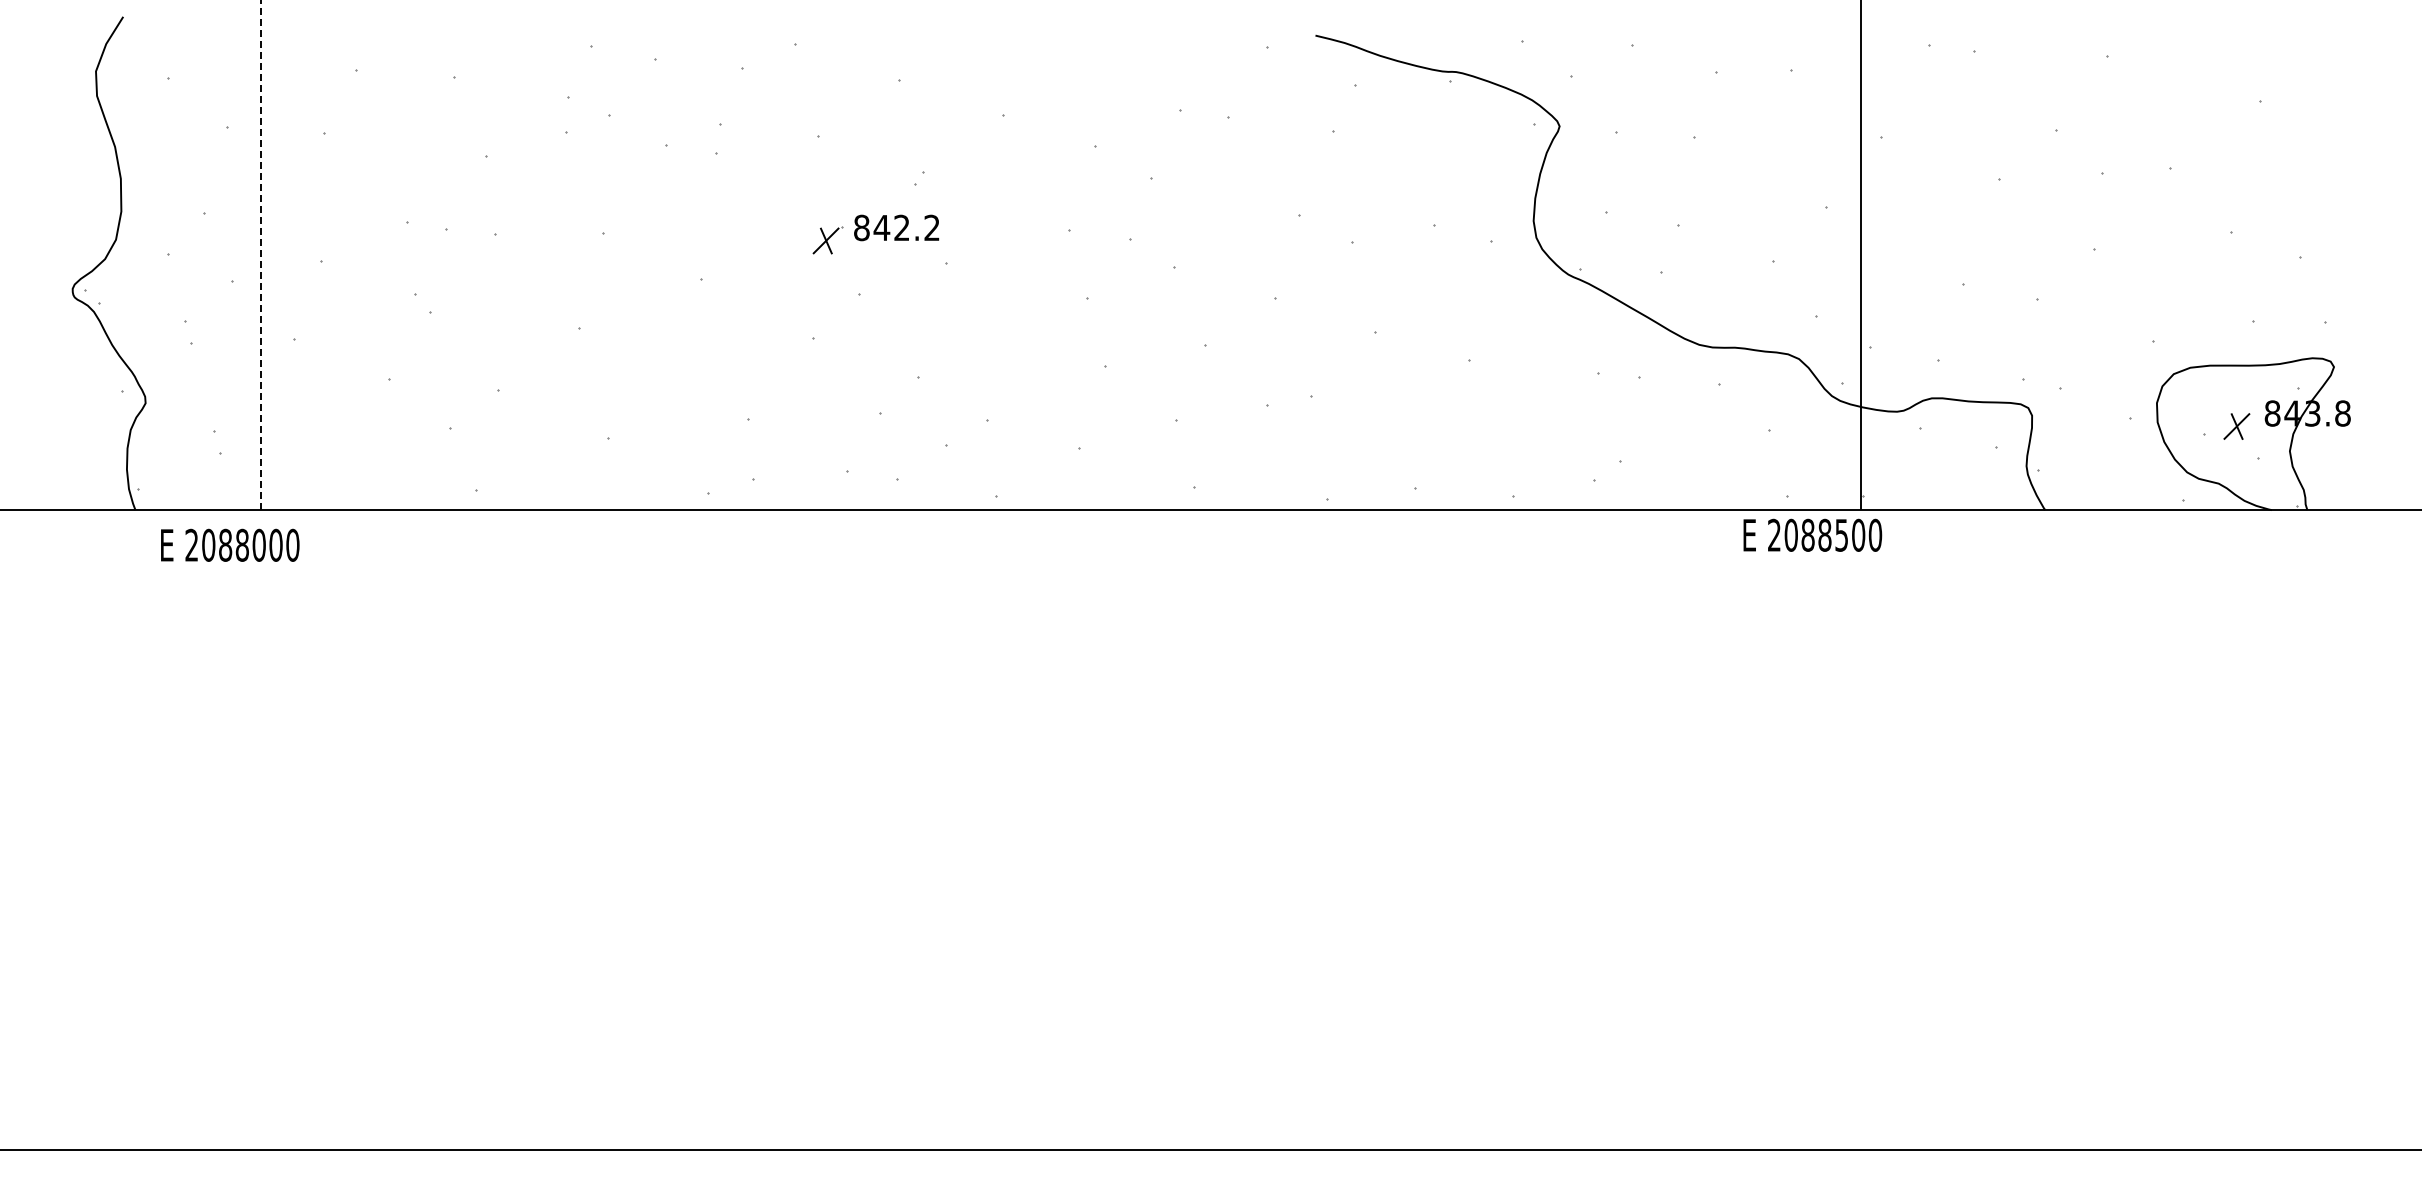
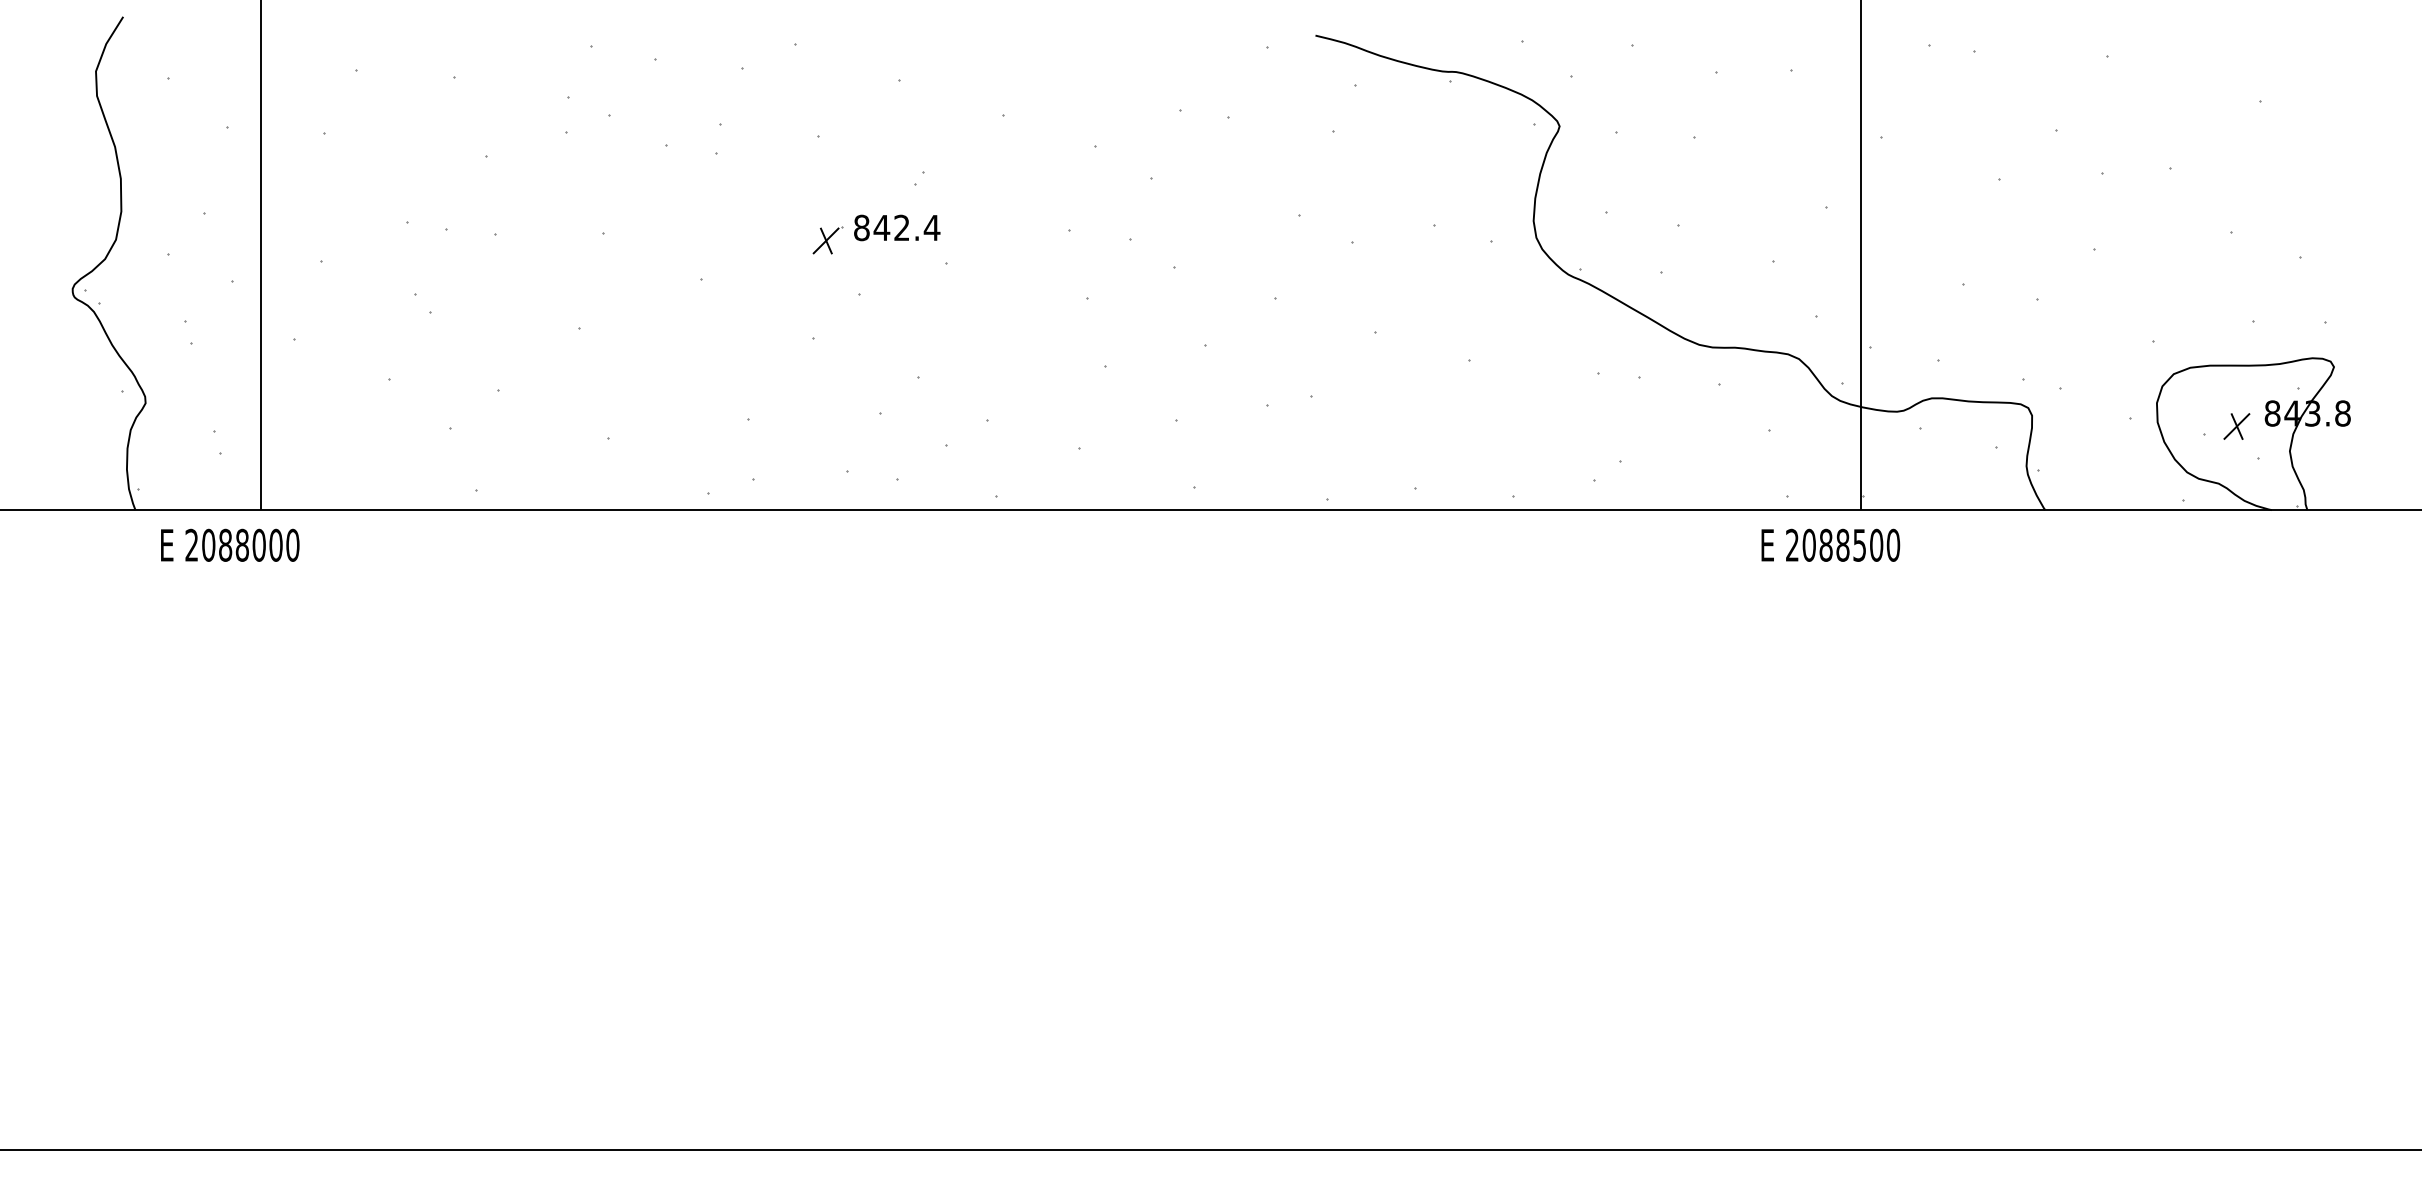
text at (931, 227): 842.2 -> 842.4
line at (261, 255): dashed -> solid
text at (1812, 534) position: (1812, 534) -> (1830, 544)
